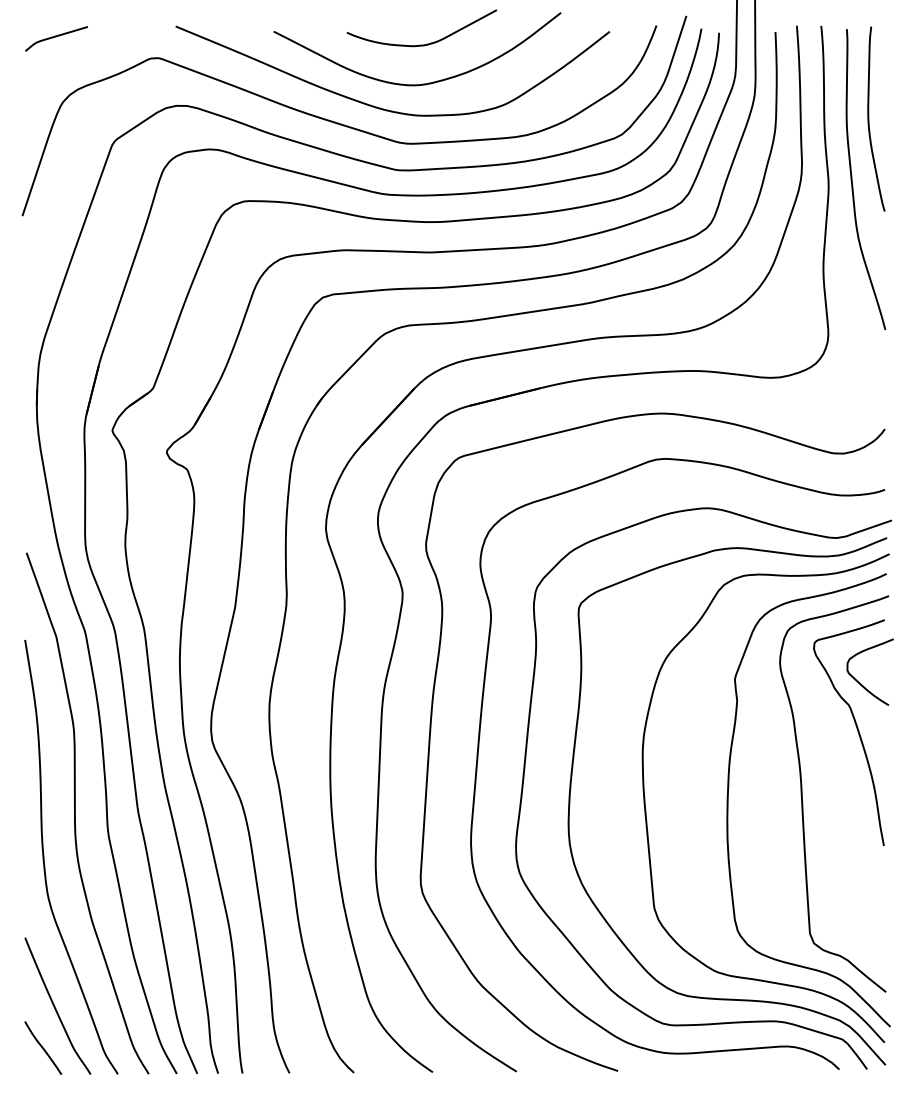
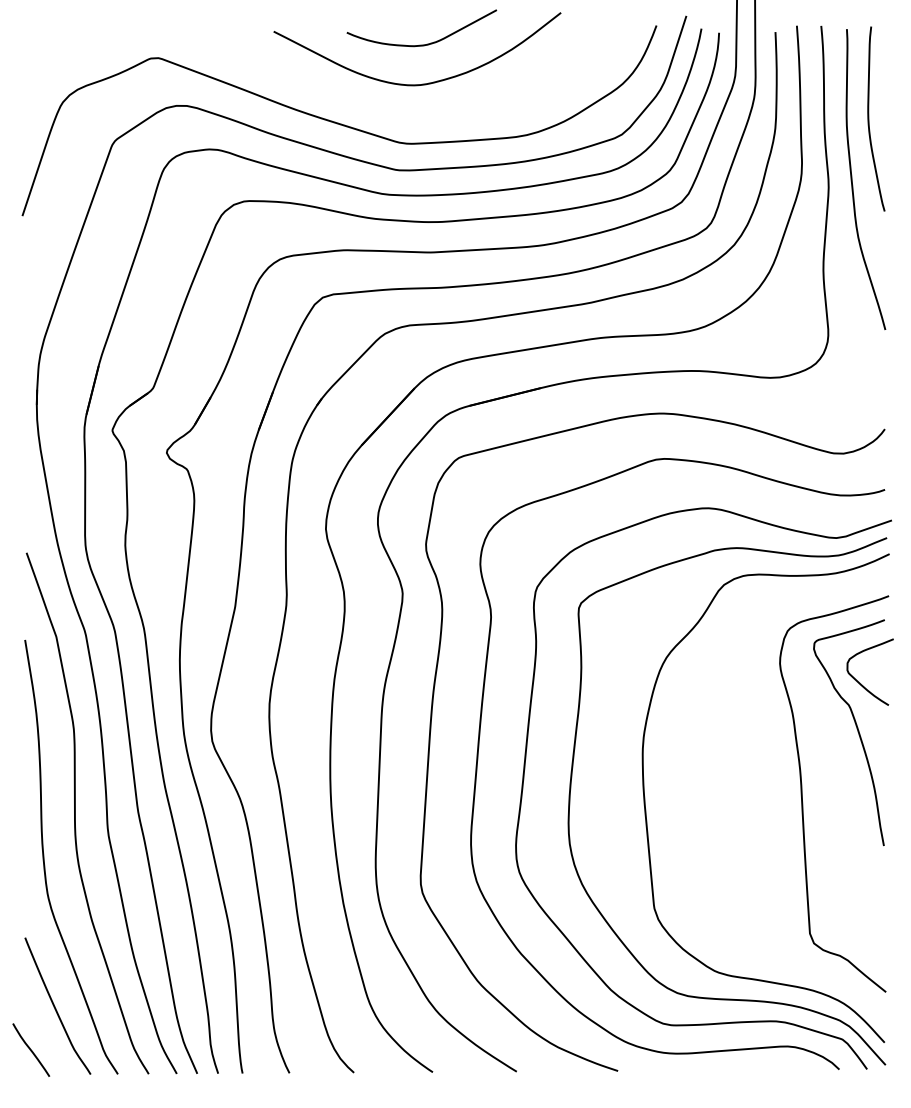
curve at (56, 37): present -> none
curve at (384, 108): present -> none
curve at (728, 800): present -> none
curve at (43, 1047) position: (43, 1047) -> (31, 1049)
